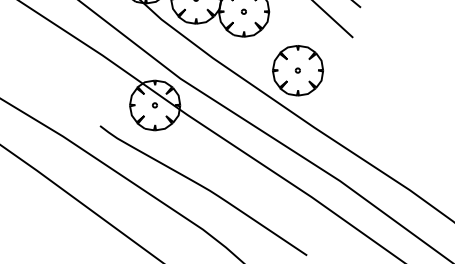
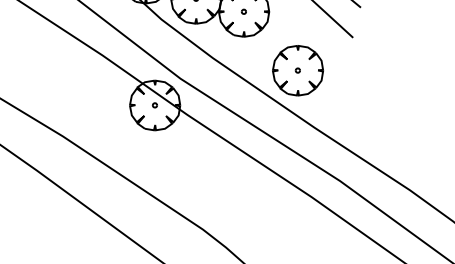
curve at (203, 188): present -> none
